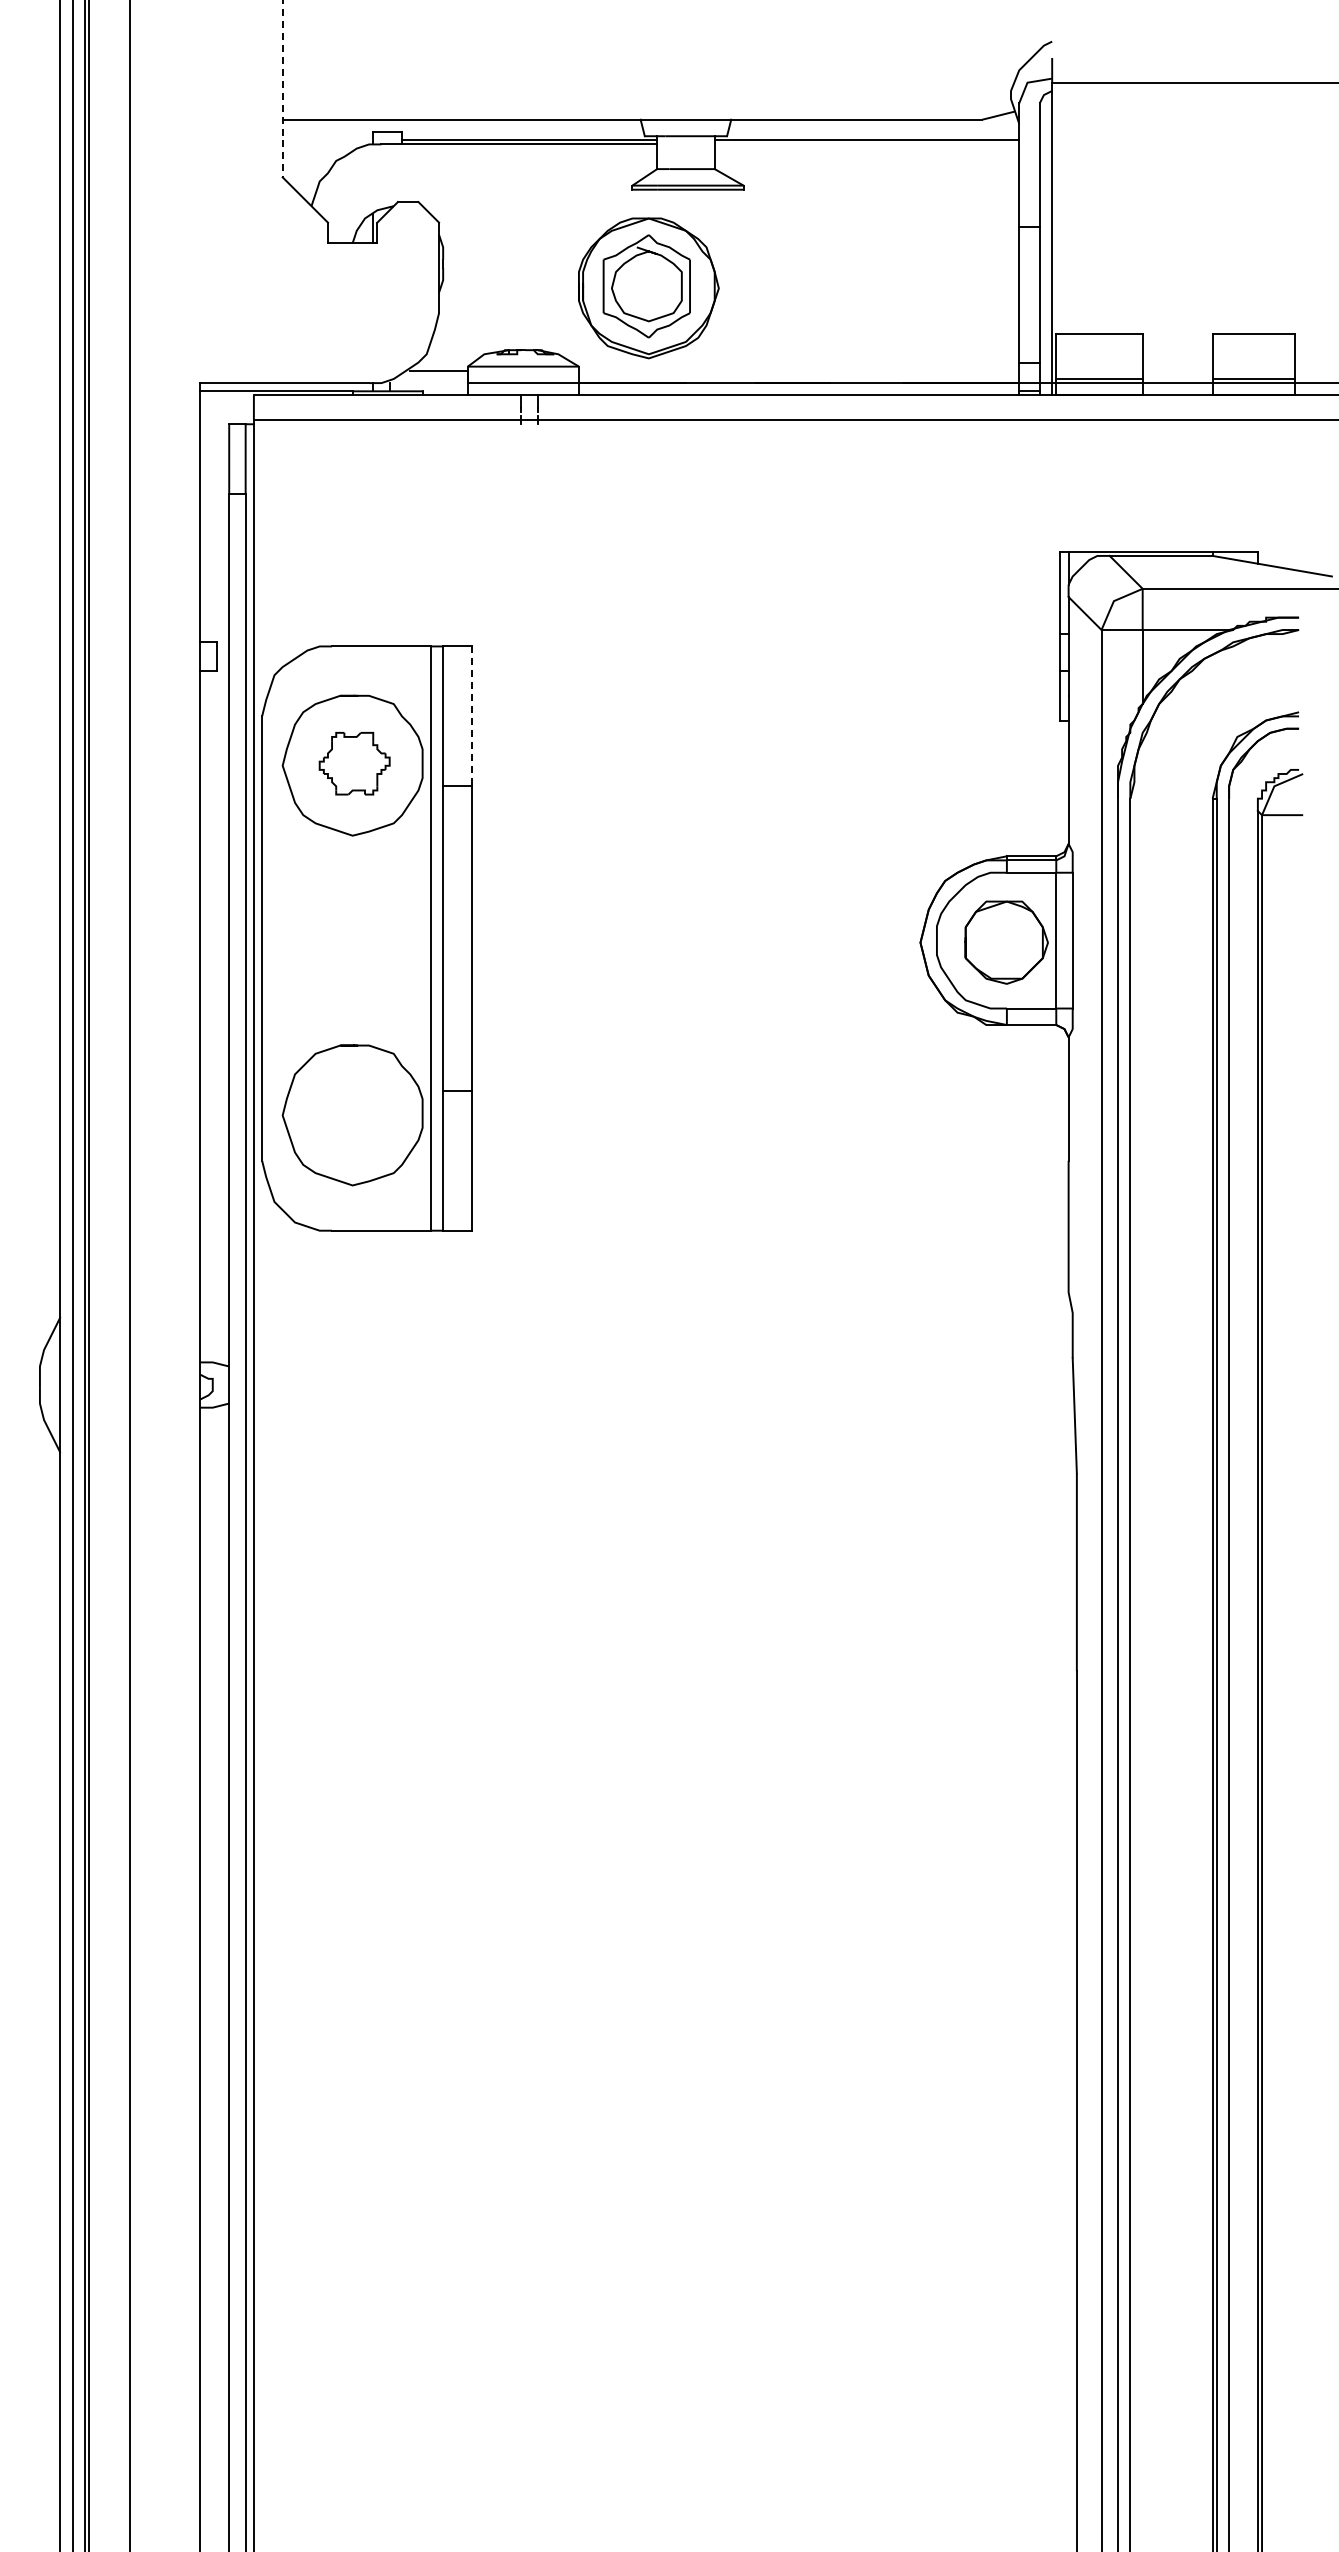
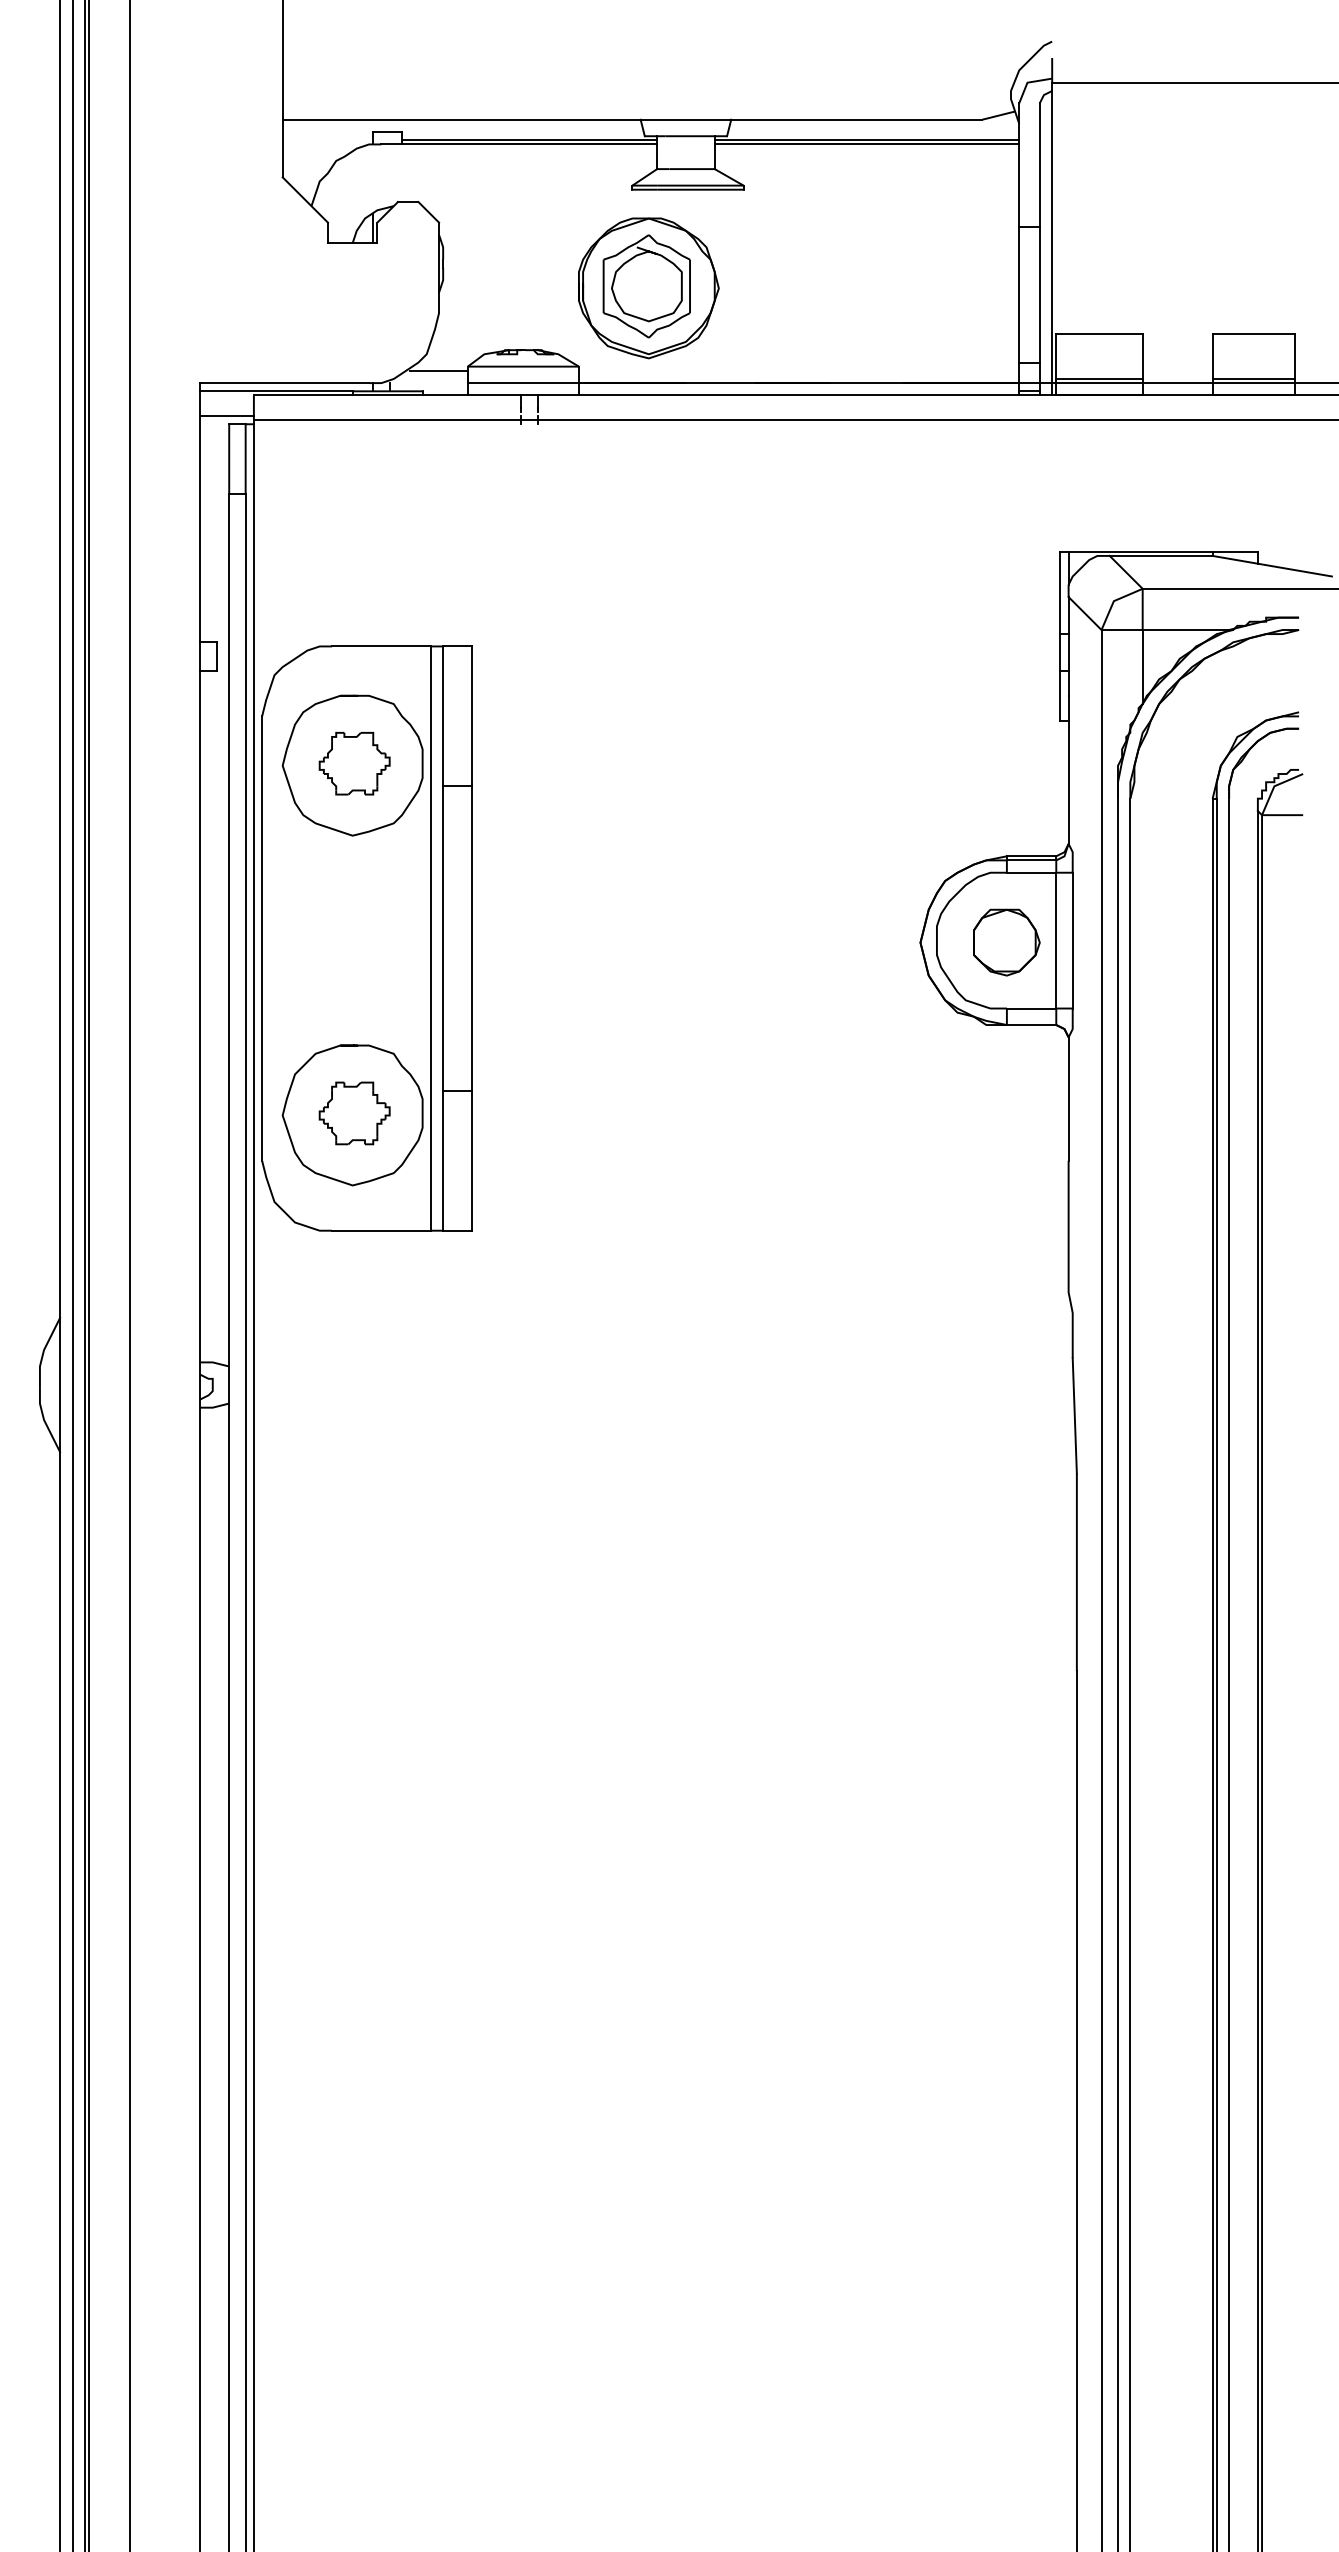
line at (282, 89): dashed -> solid
line at (866, 144): none -> present
line at (226, 416): none -> present
line at (472, 716): dashed -> solid
part at (1006, 942) size: 85x85 px -> 68x69 px
part at (354, 1113): none -> present
